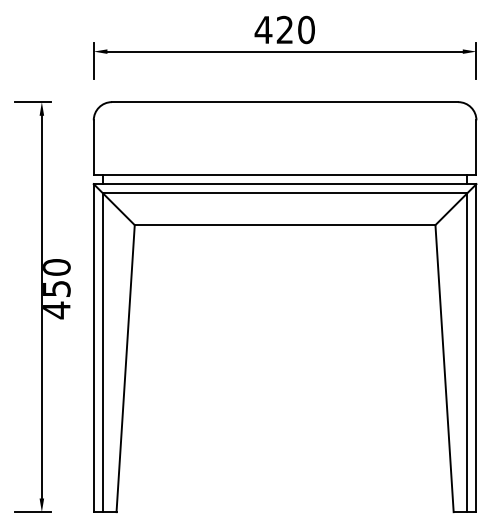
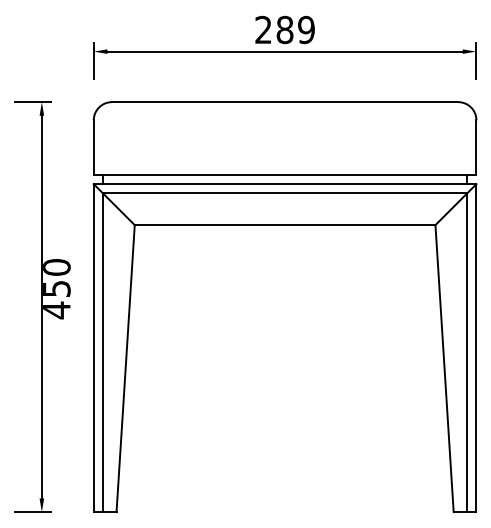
text at (284, 29): 420 -> 289
